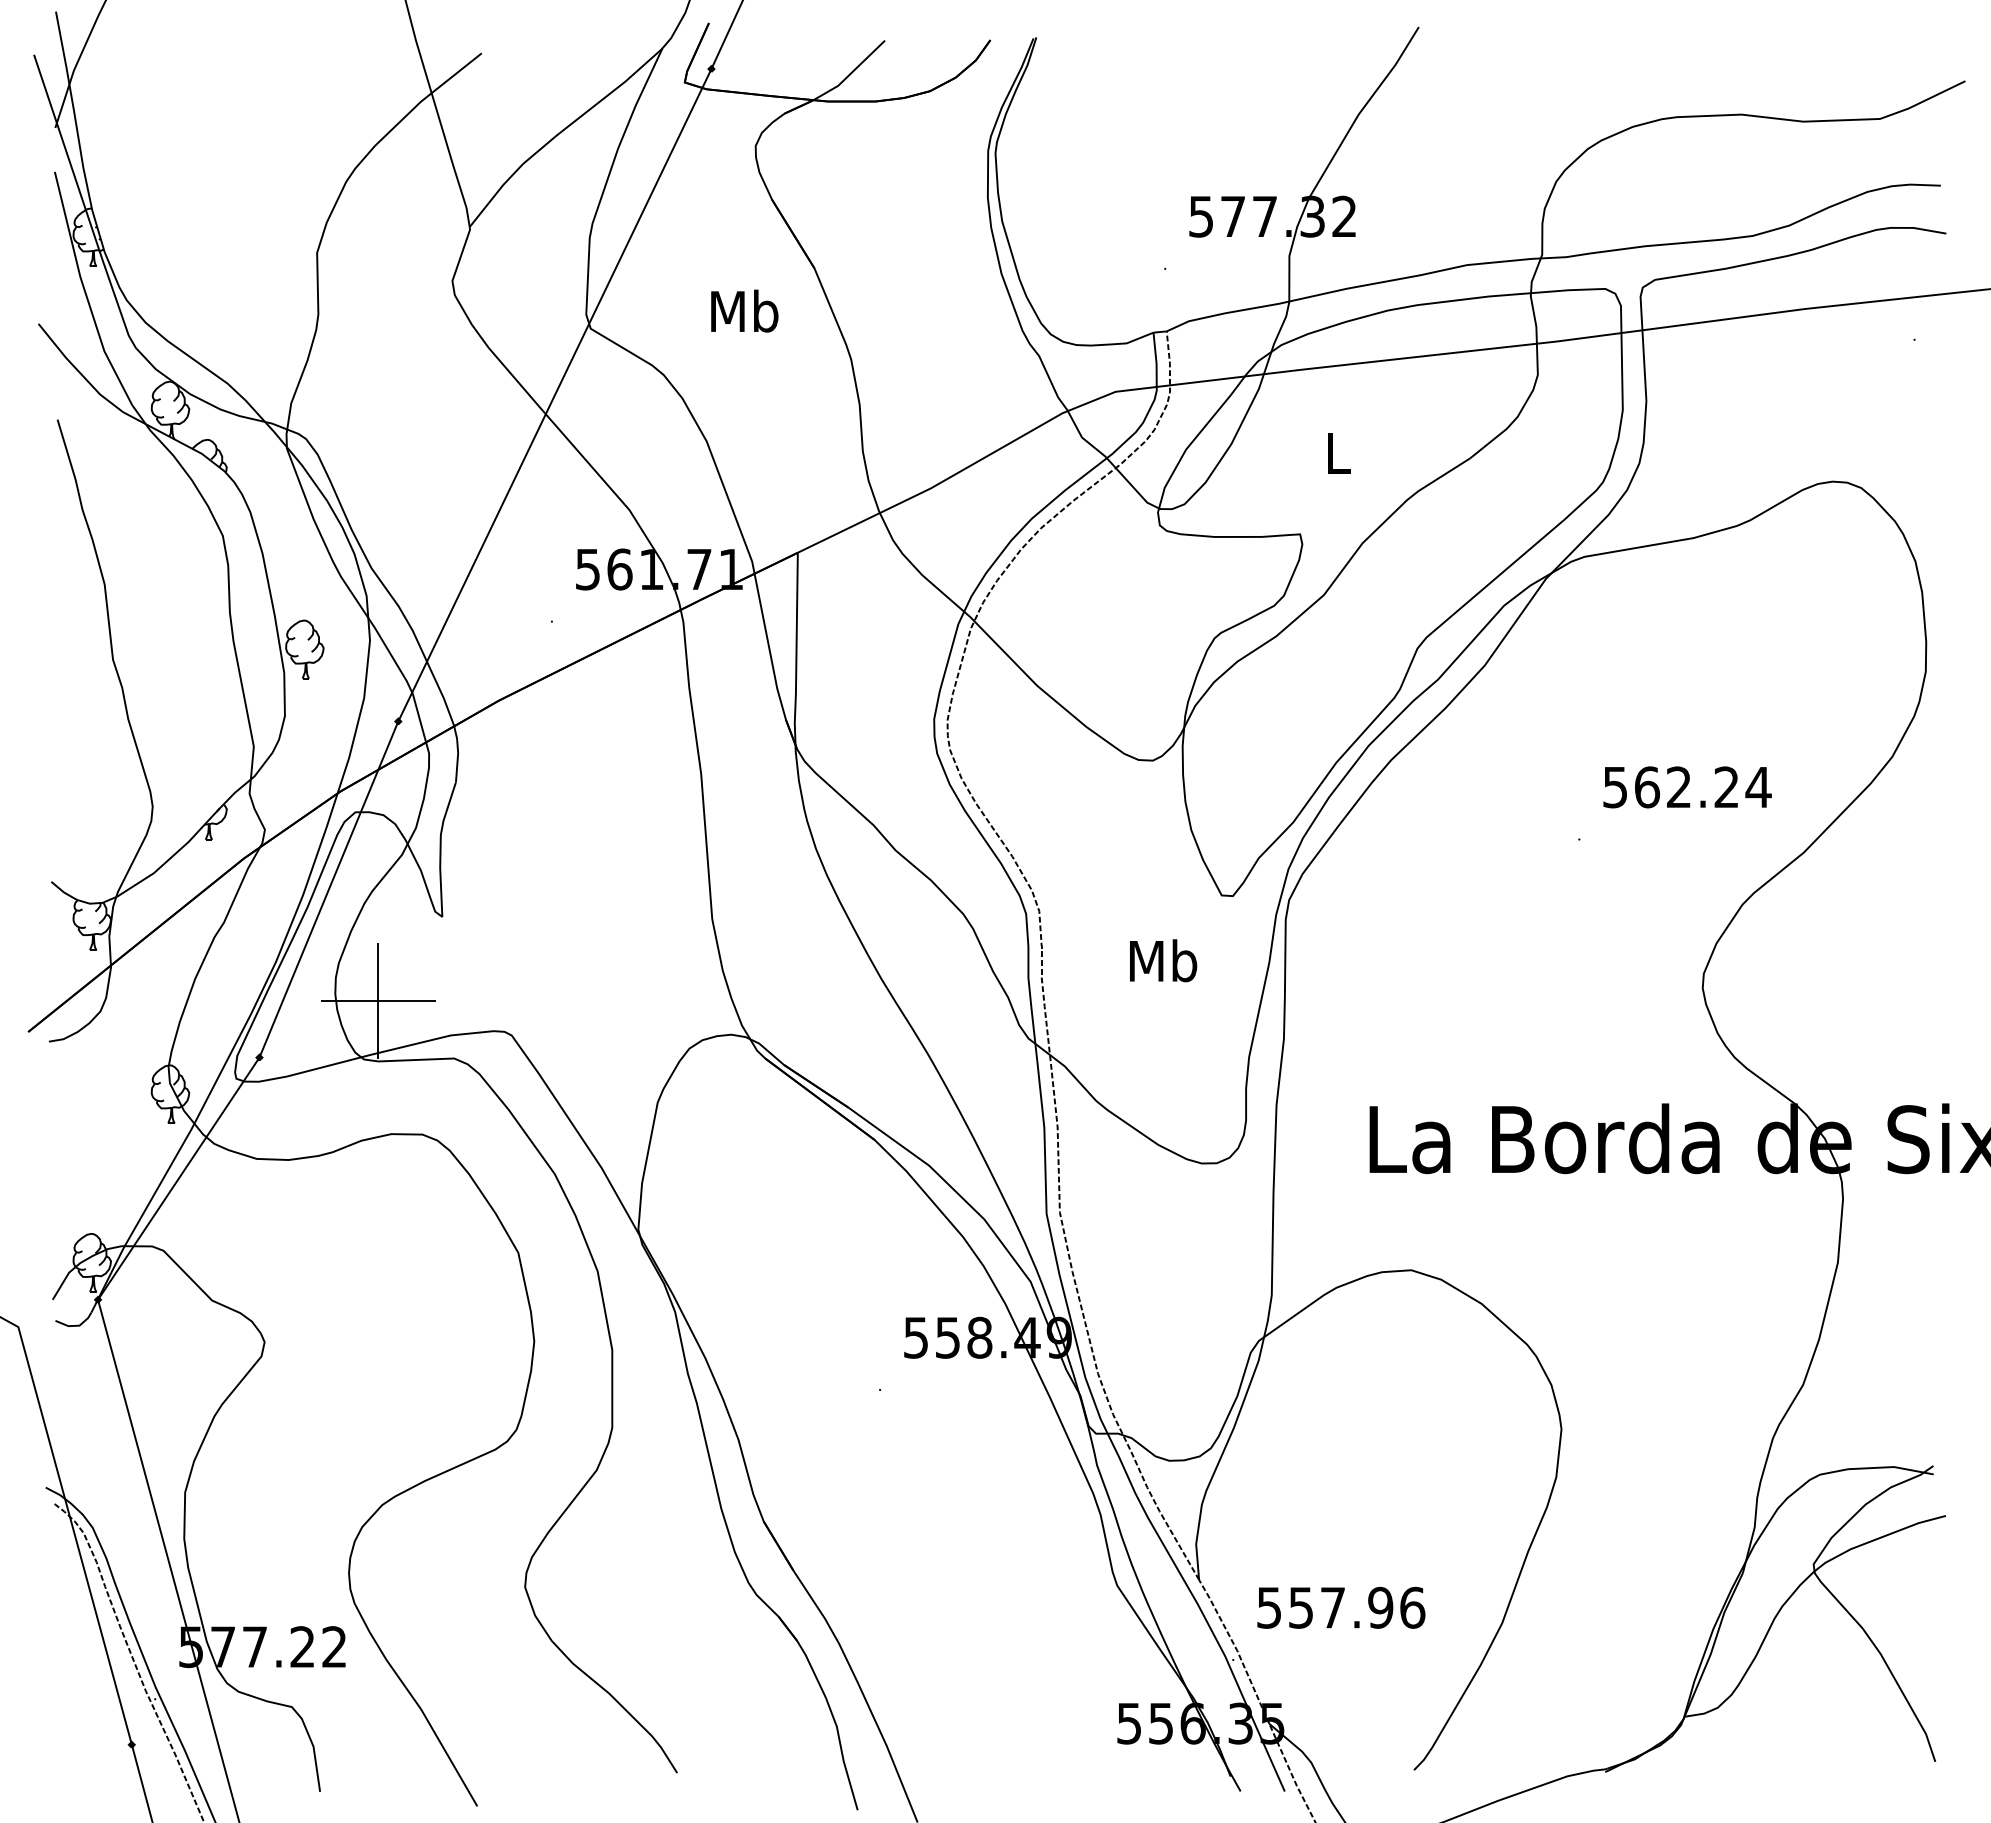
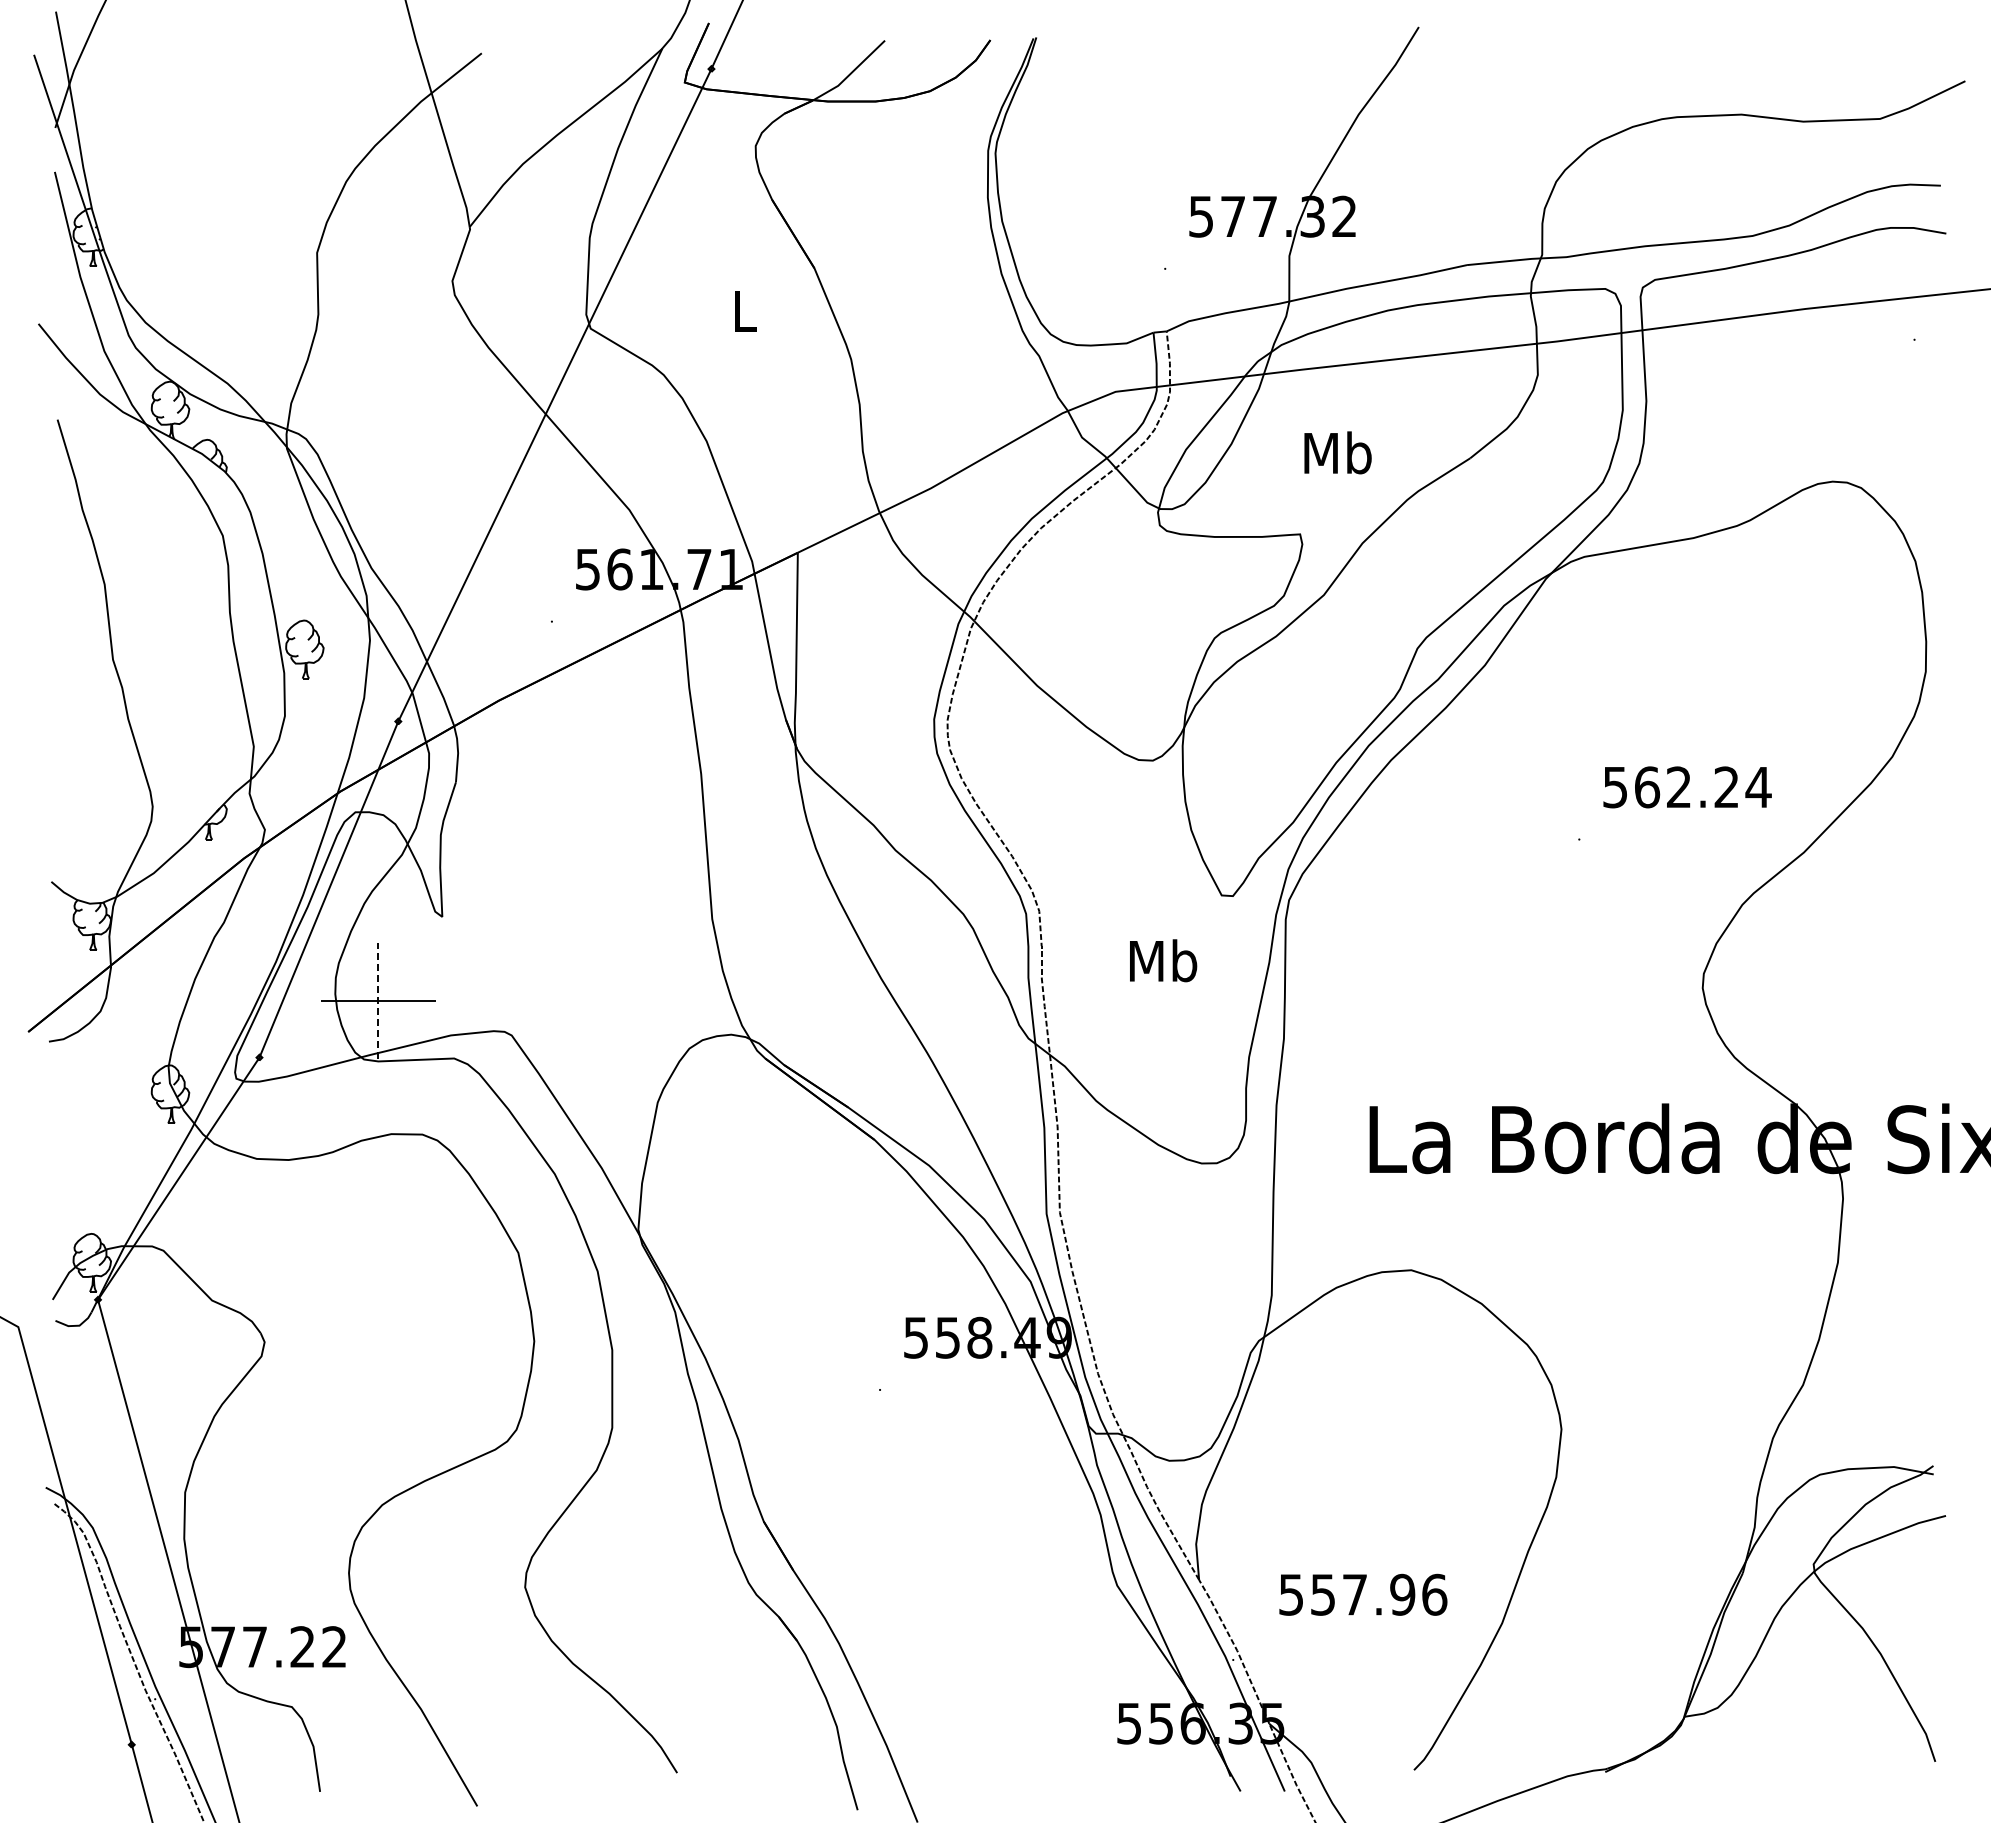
text at (744, 310): Mb -> L
text at (1337, 452): L -> Mb
line at (378, 1001): solid -> dashed
text at (1341, 1607) position: (1341, 1607) -> (1363, 1594)
